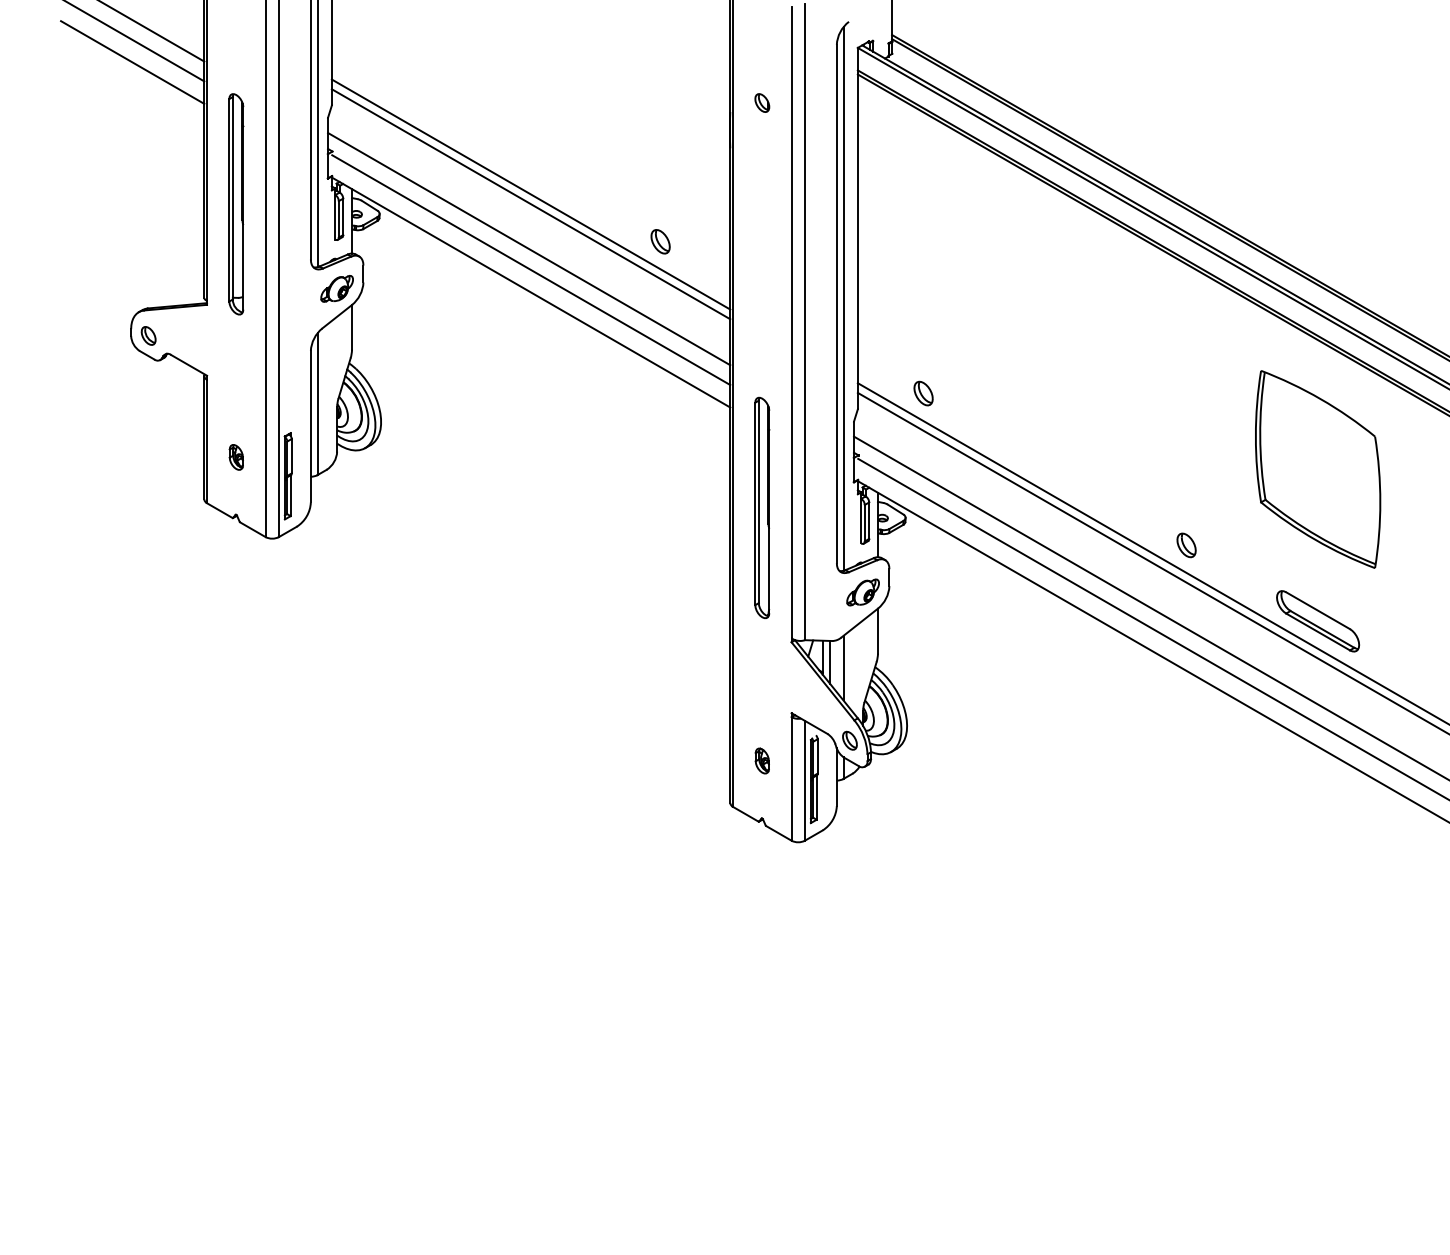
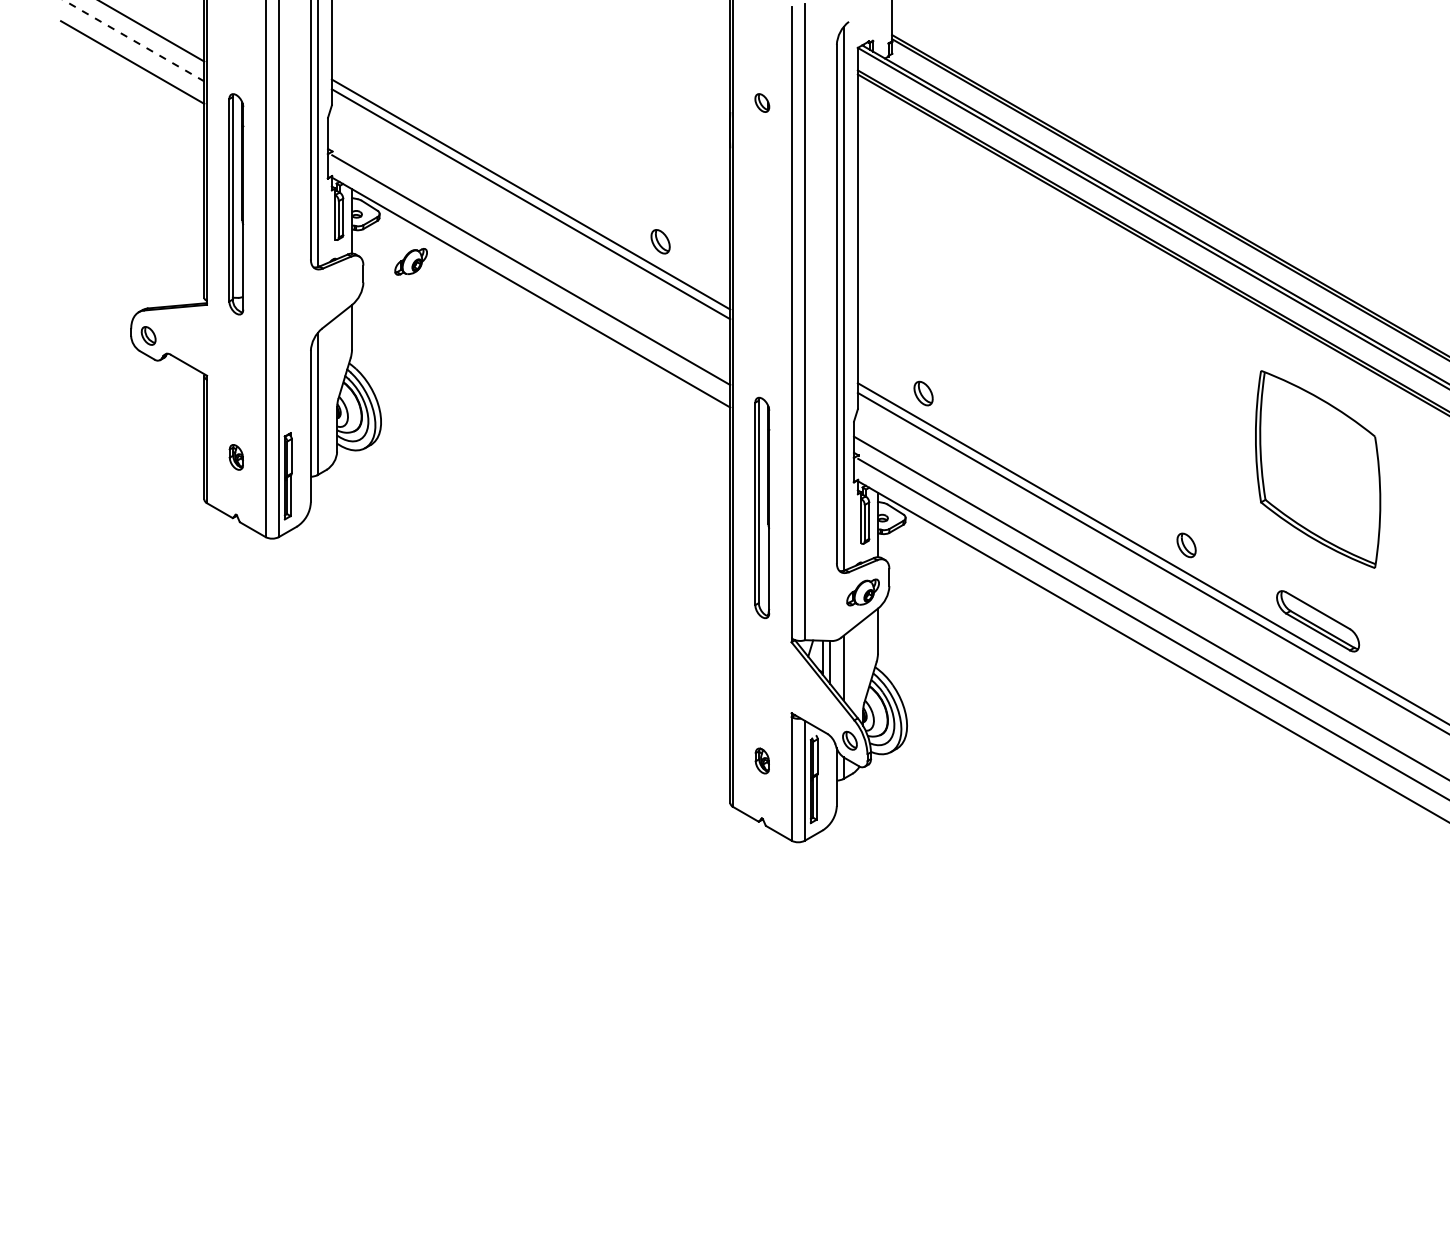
line at (134, 40): solid -> dashed
line at (529, 248): present -> none
part at (336, 288) position: (336, 288) -> (410, 261)
